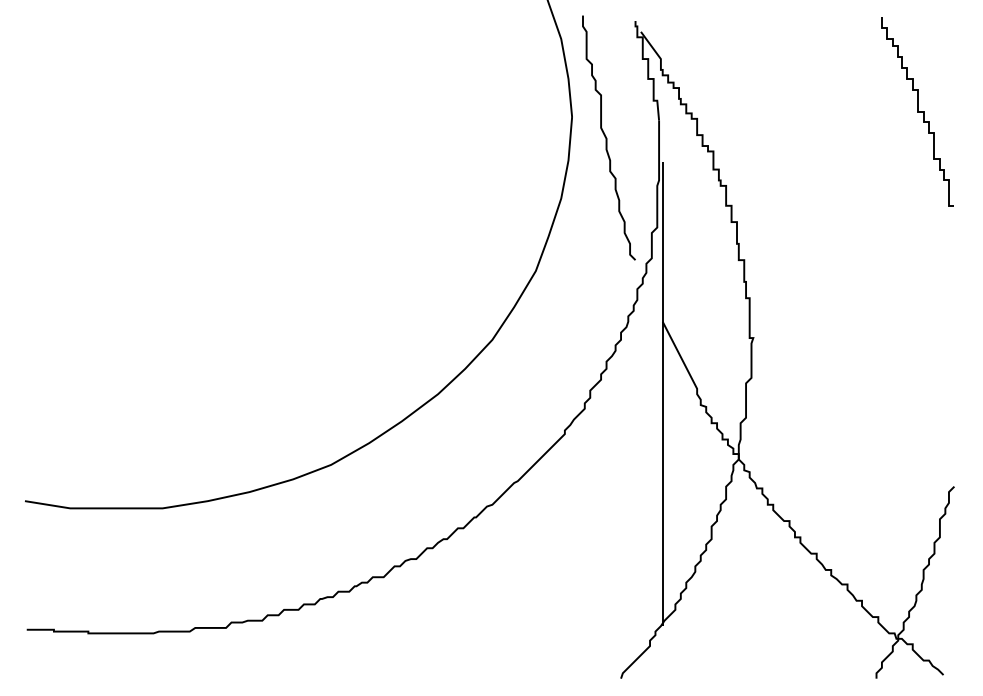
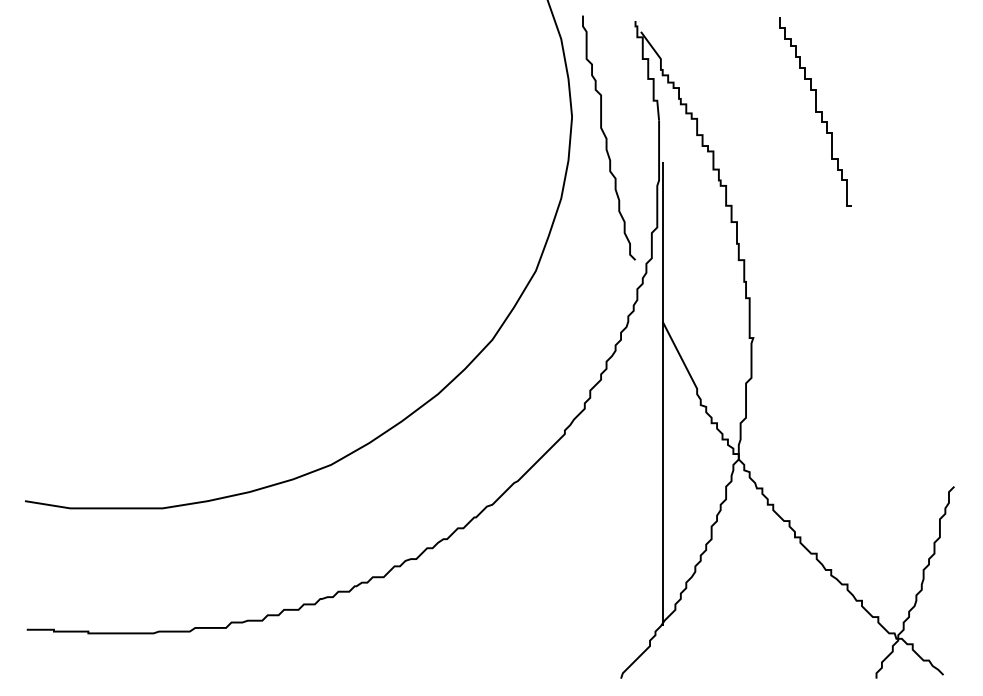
curve at (917, 111) position: (917, 111) -> (815, 111)
